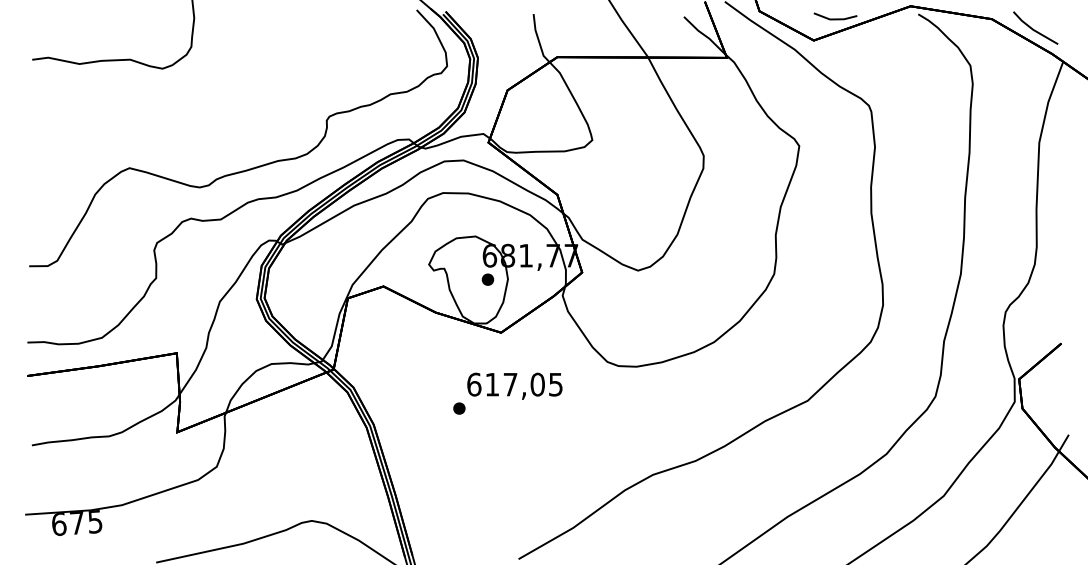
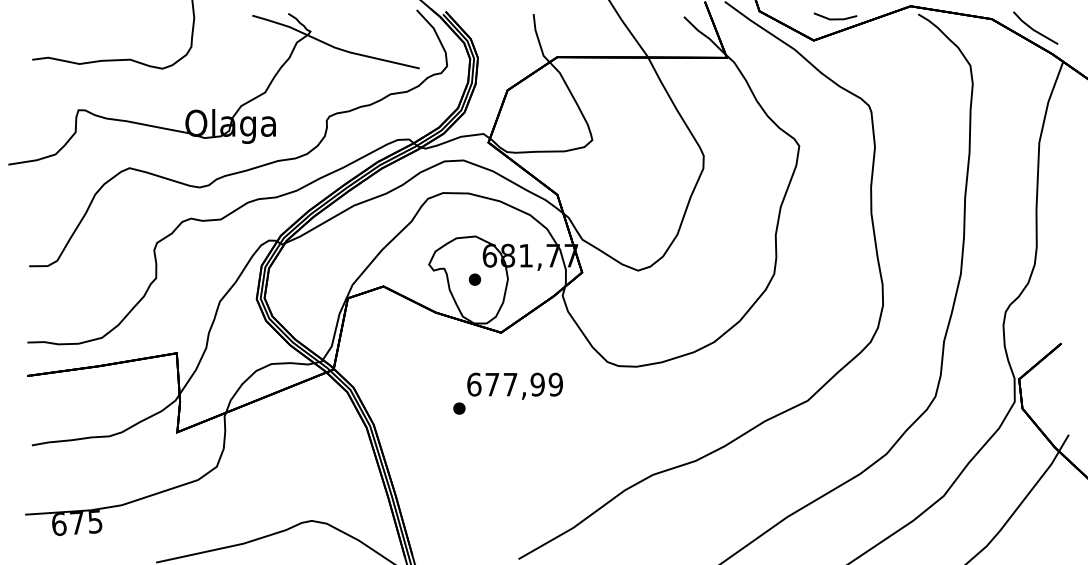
part at (213, 109): none -> present
part at (487, 279) position: (487, 279) -> (474, 279)
text at (523, 384): 617,05 -> 677,99
